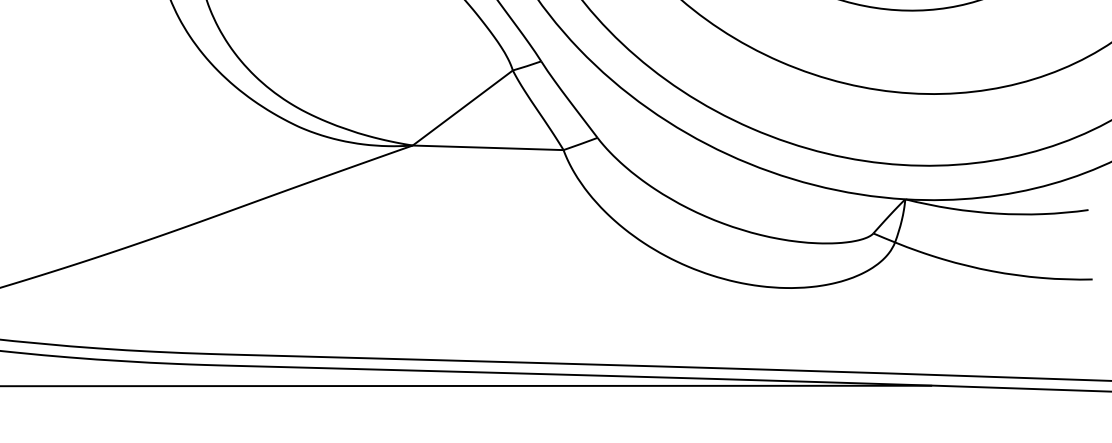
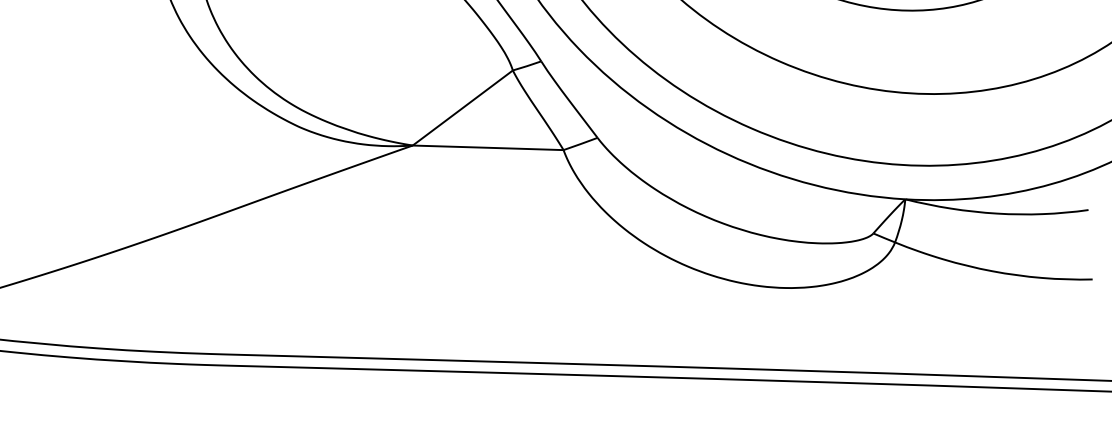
line at (466, 385): present -> none
